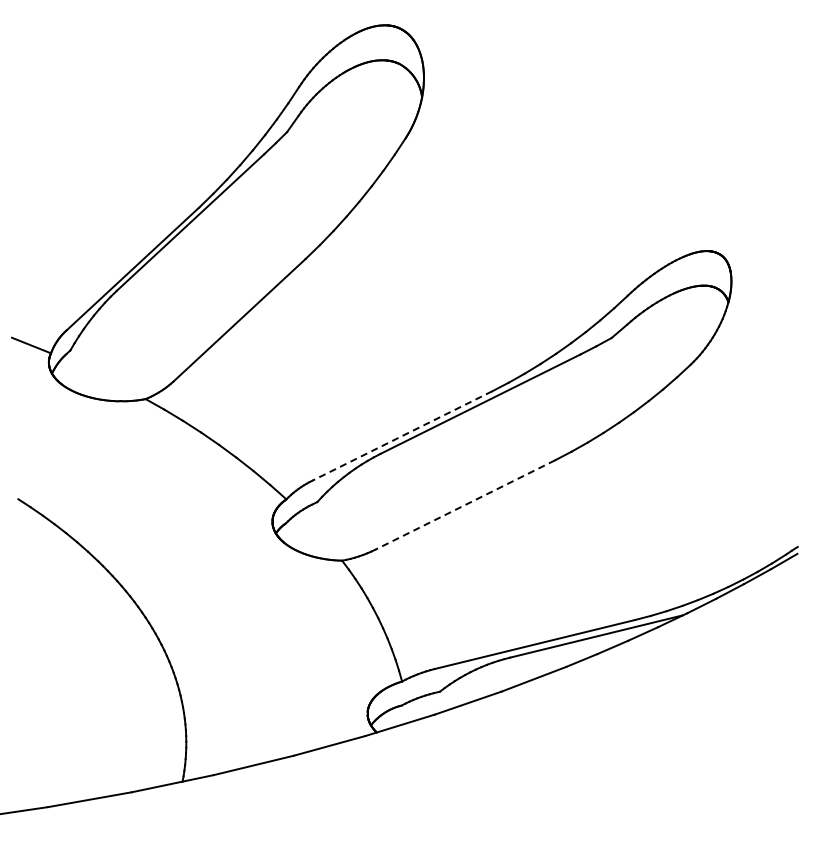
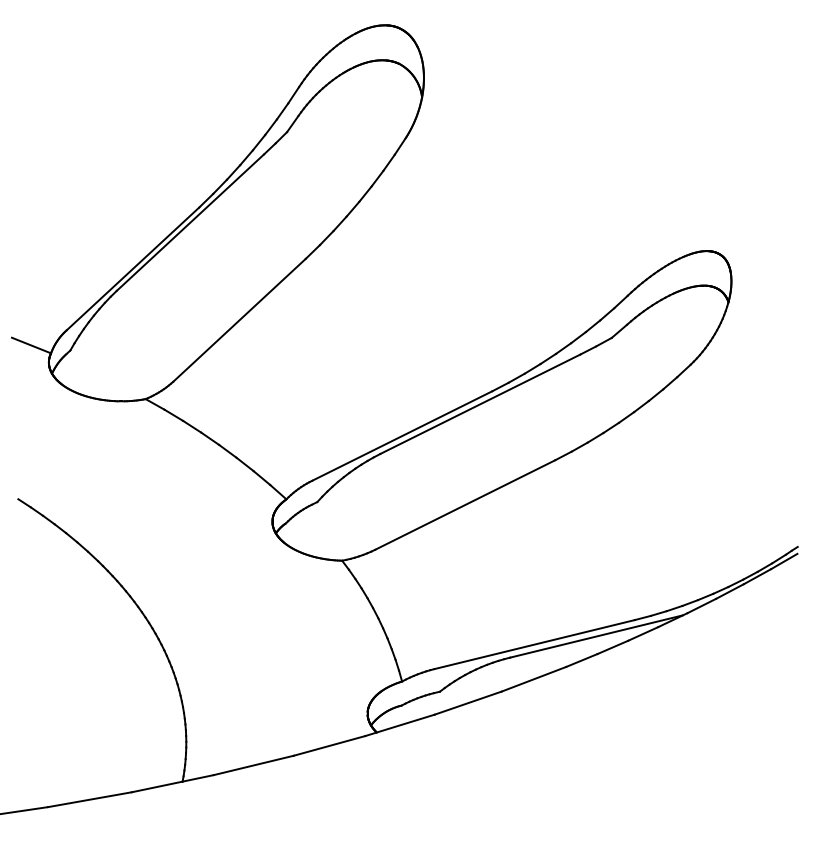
line at (401, 436): dashed -> solid
line at (465, 505): dashed -> solid
